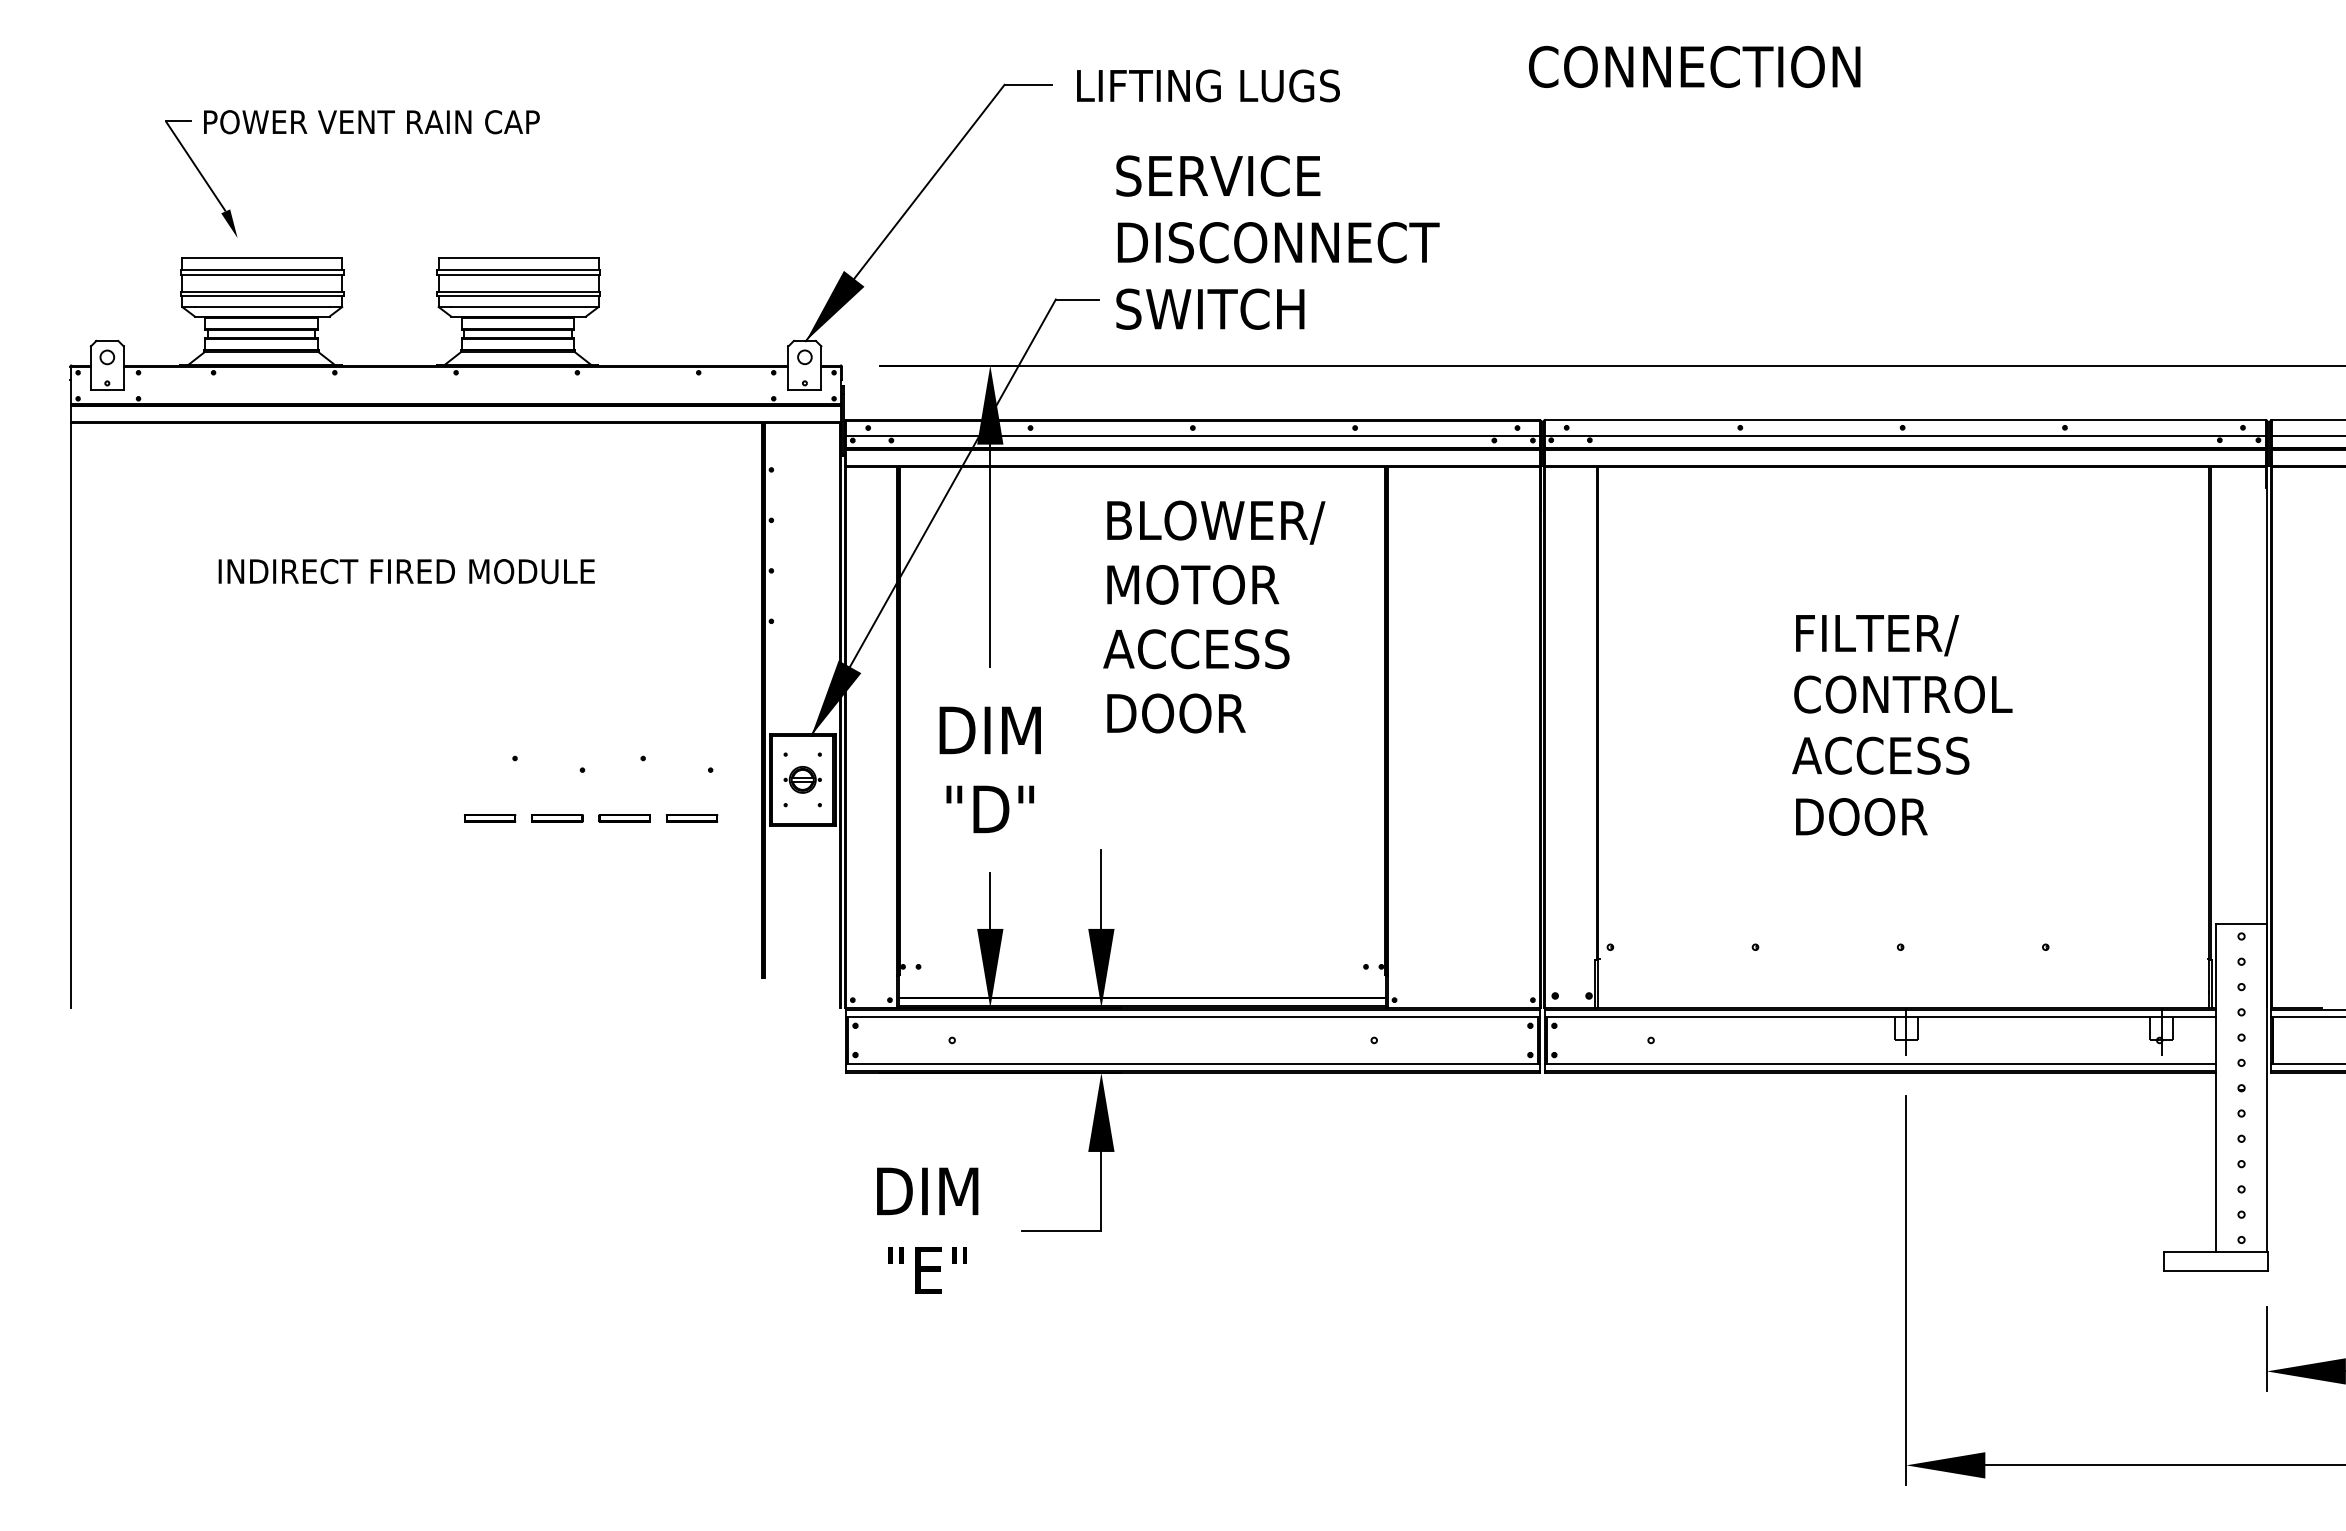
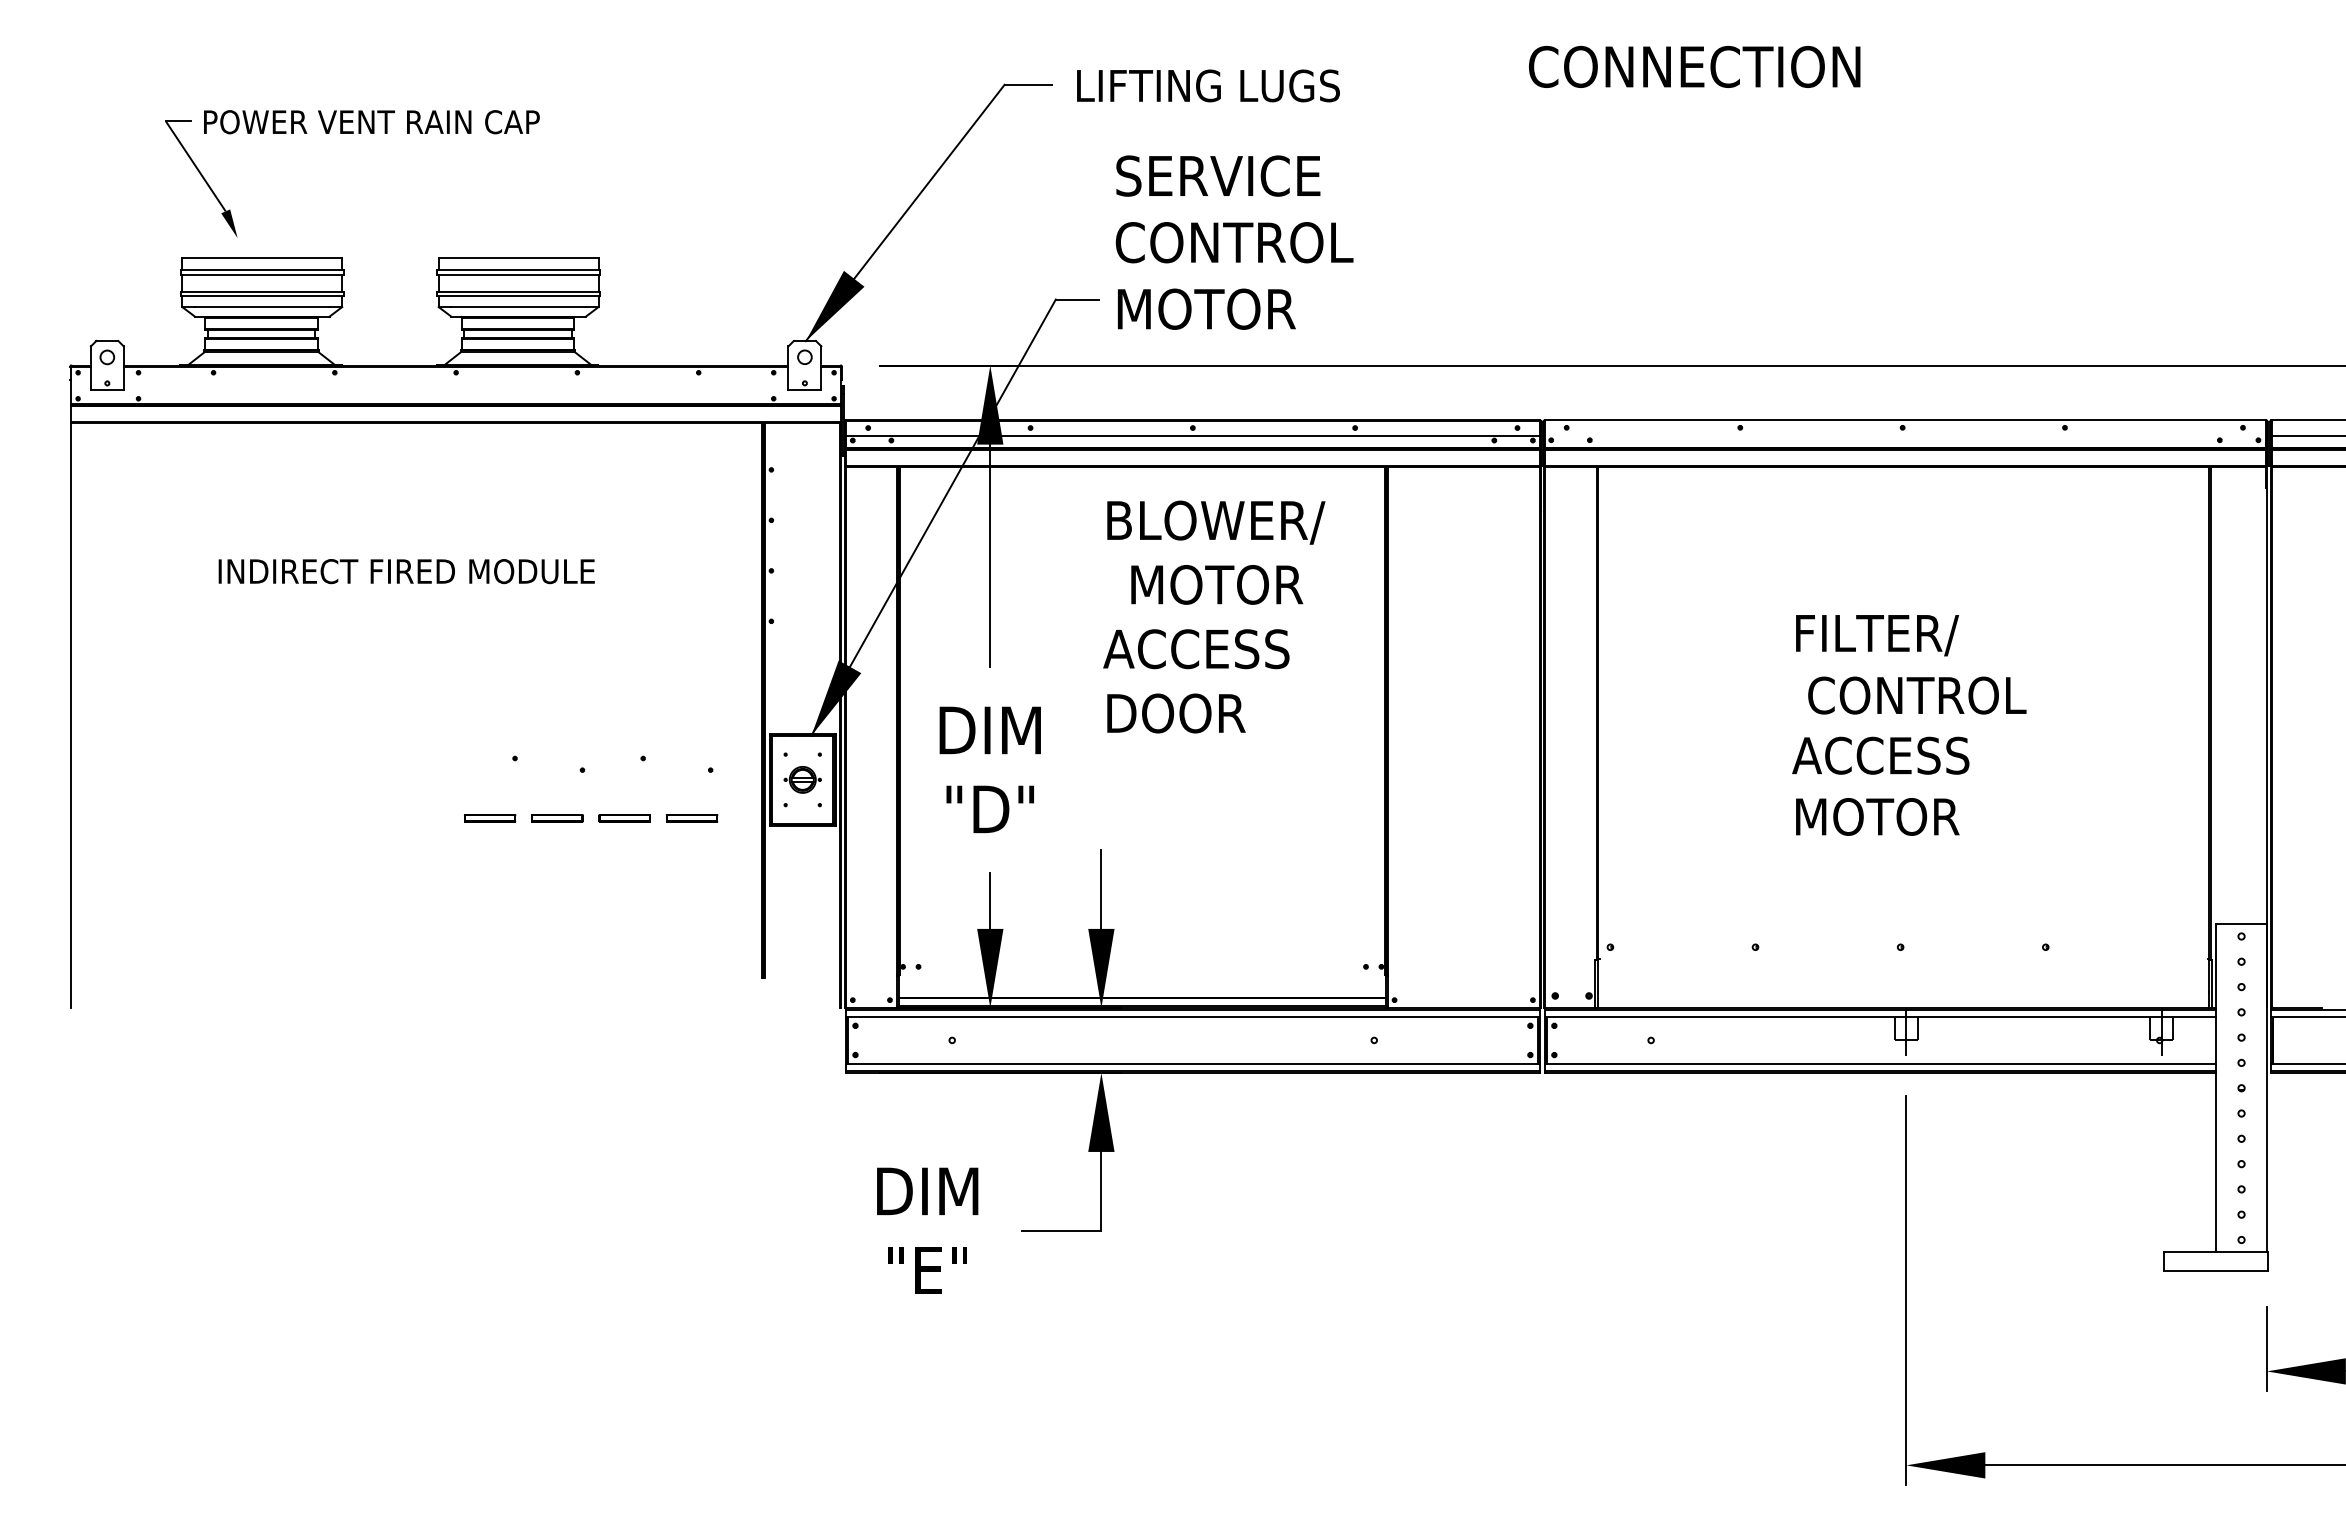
text at (1277, 242): DISCONNECT -> CONTROL
text at (1210, 308): SWITCH -> MOTOR
line at (1905, 435): present -> none
text at (1193, 584) position: (1193, 584) -> (1217, 584)
text at (1903, 694) position: (1903, 694) -> (1917, 695)
text at (1879, 816): DOOR -> MOTOR
